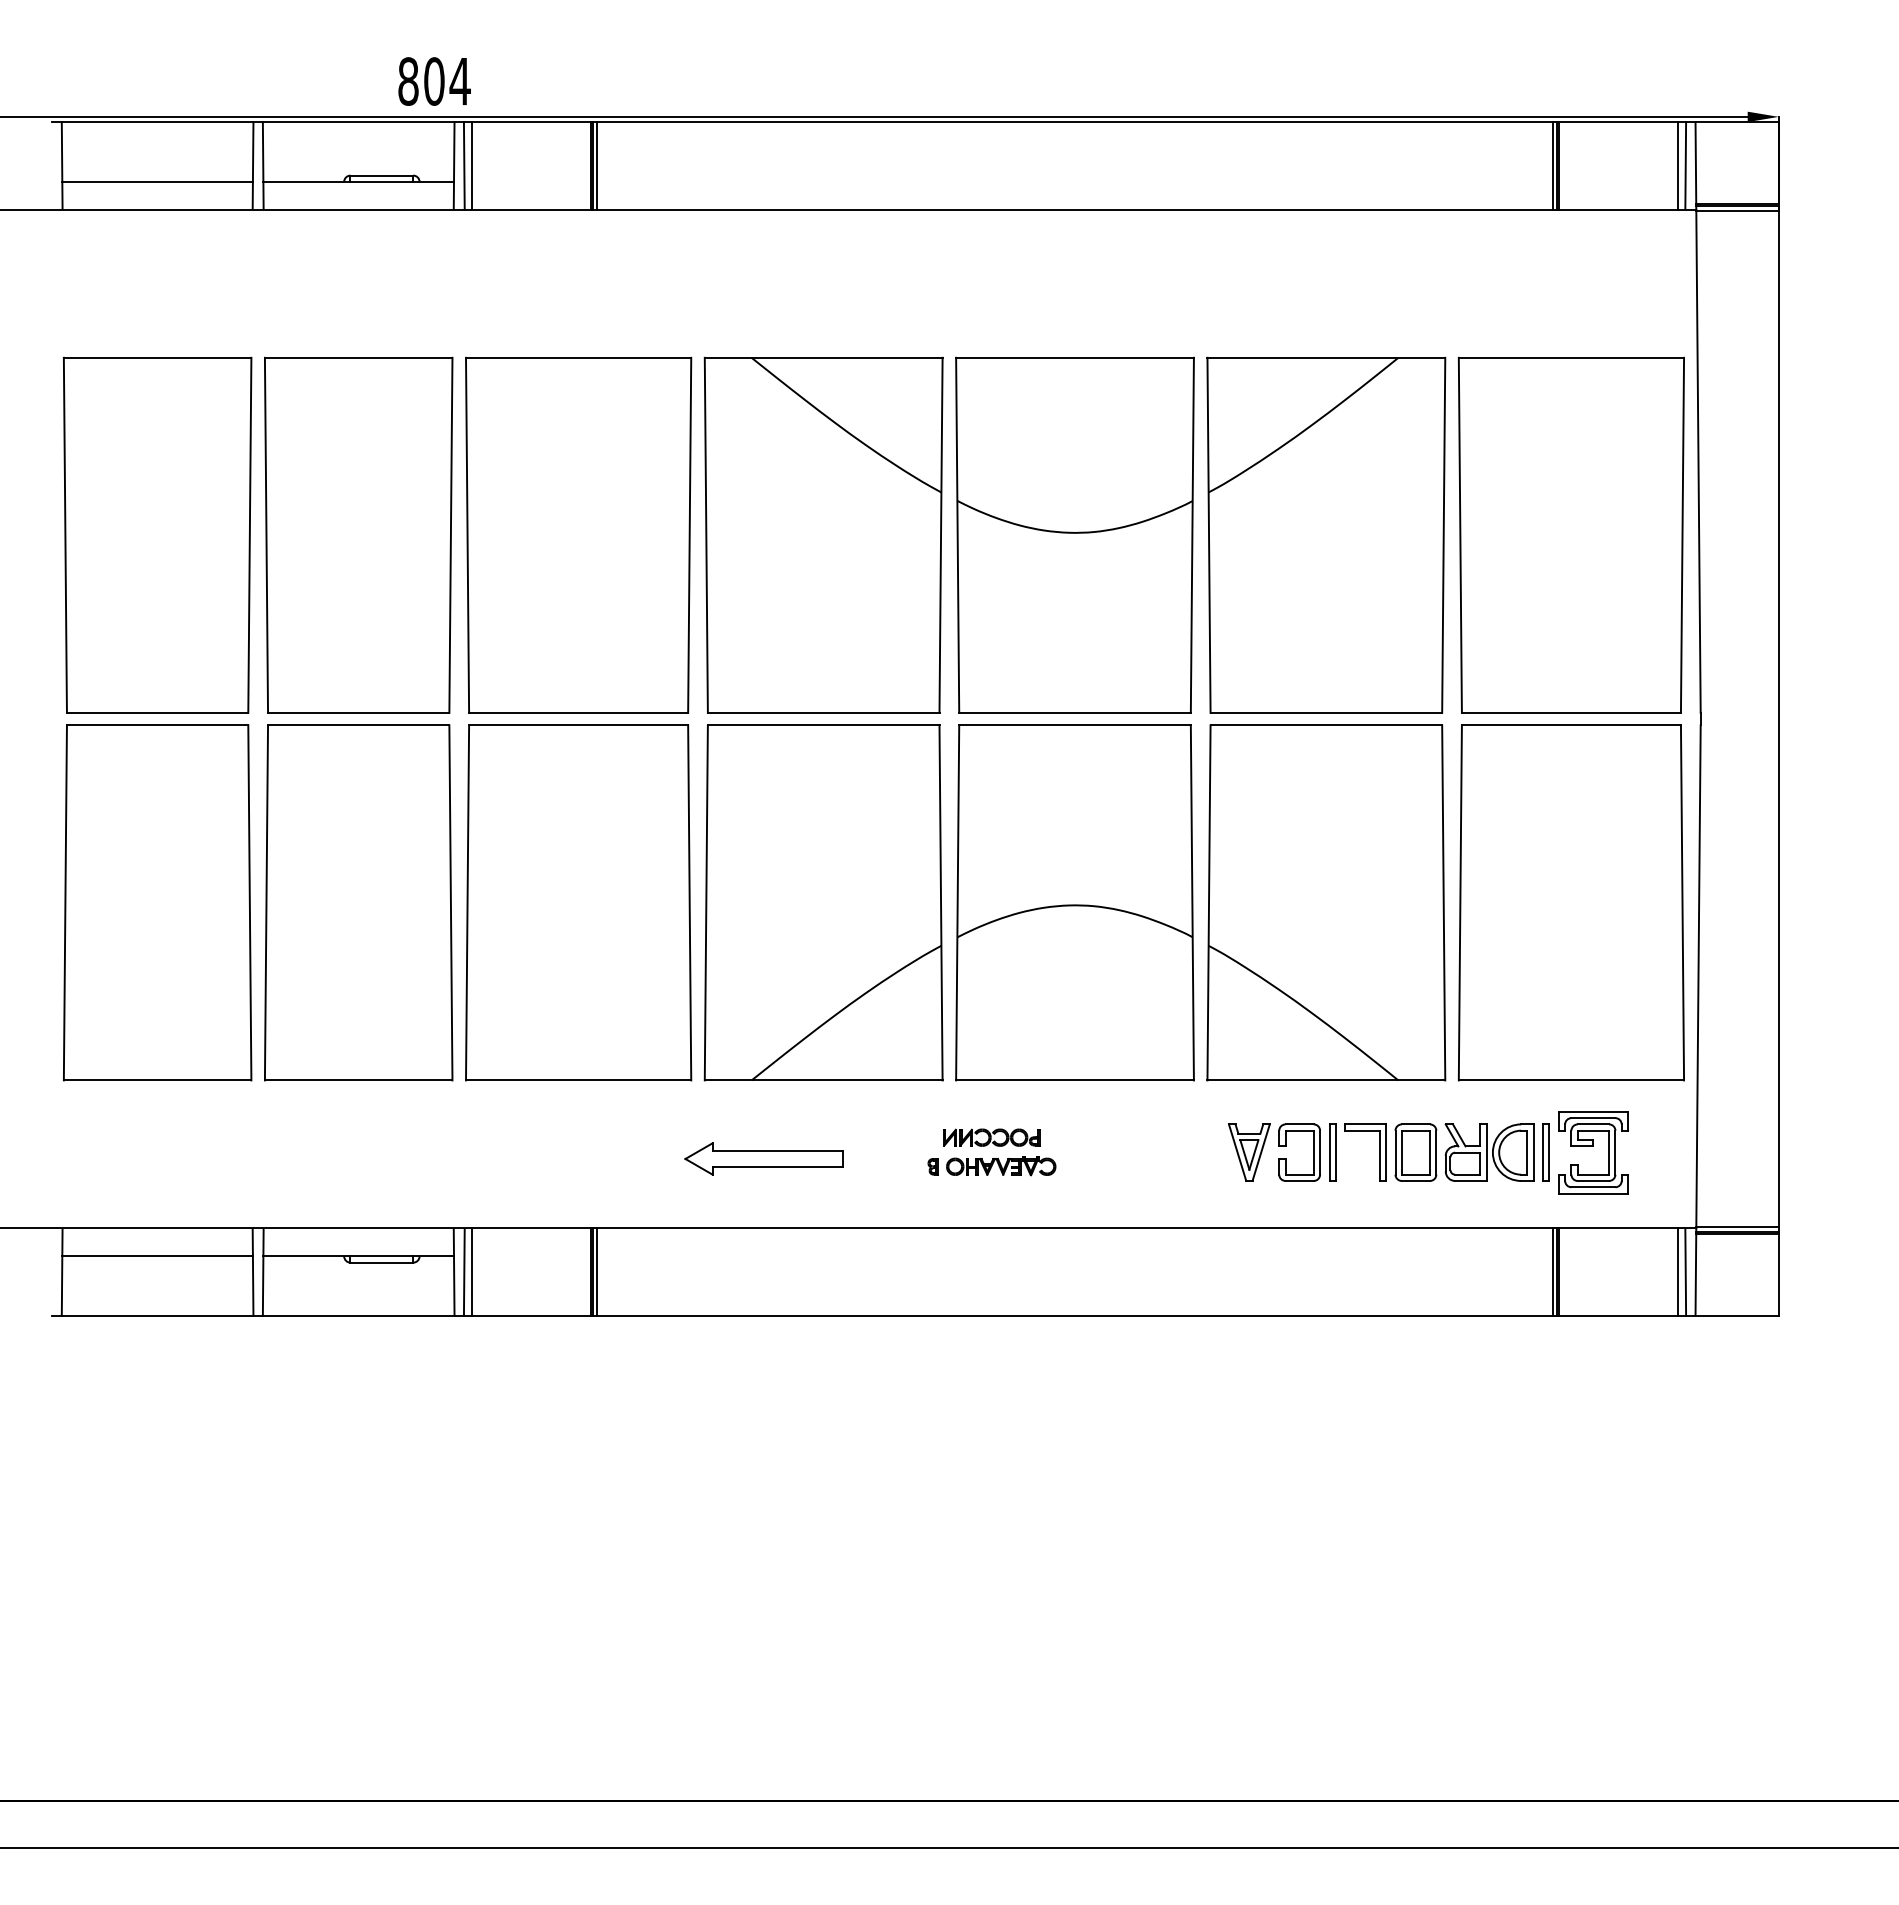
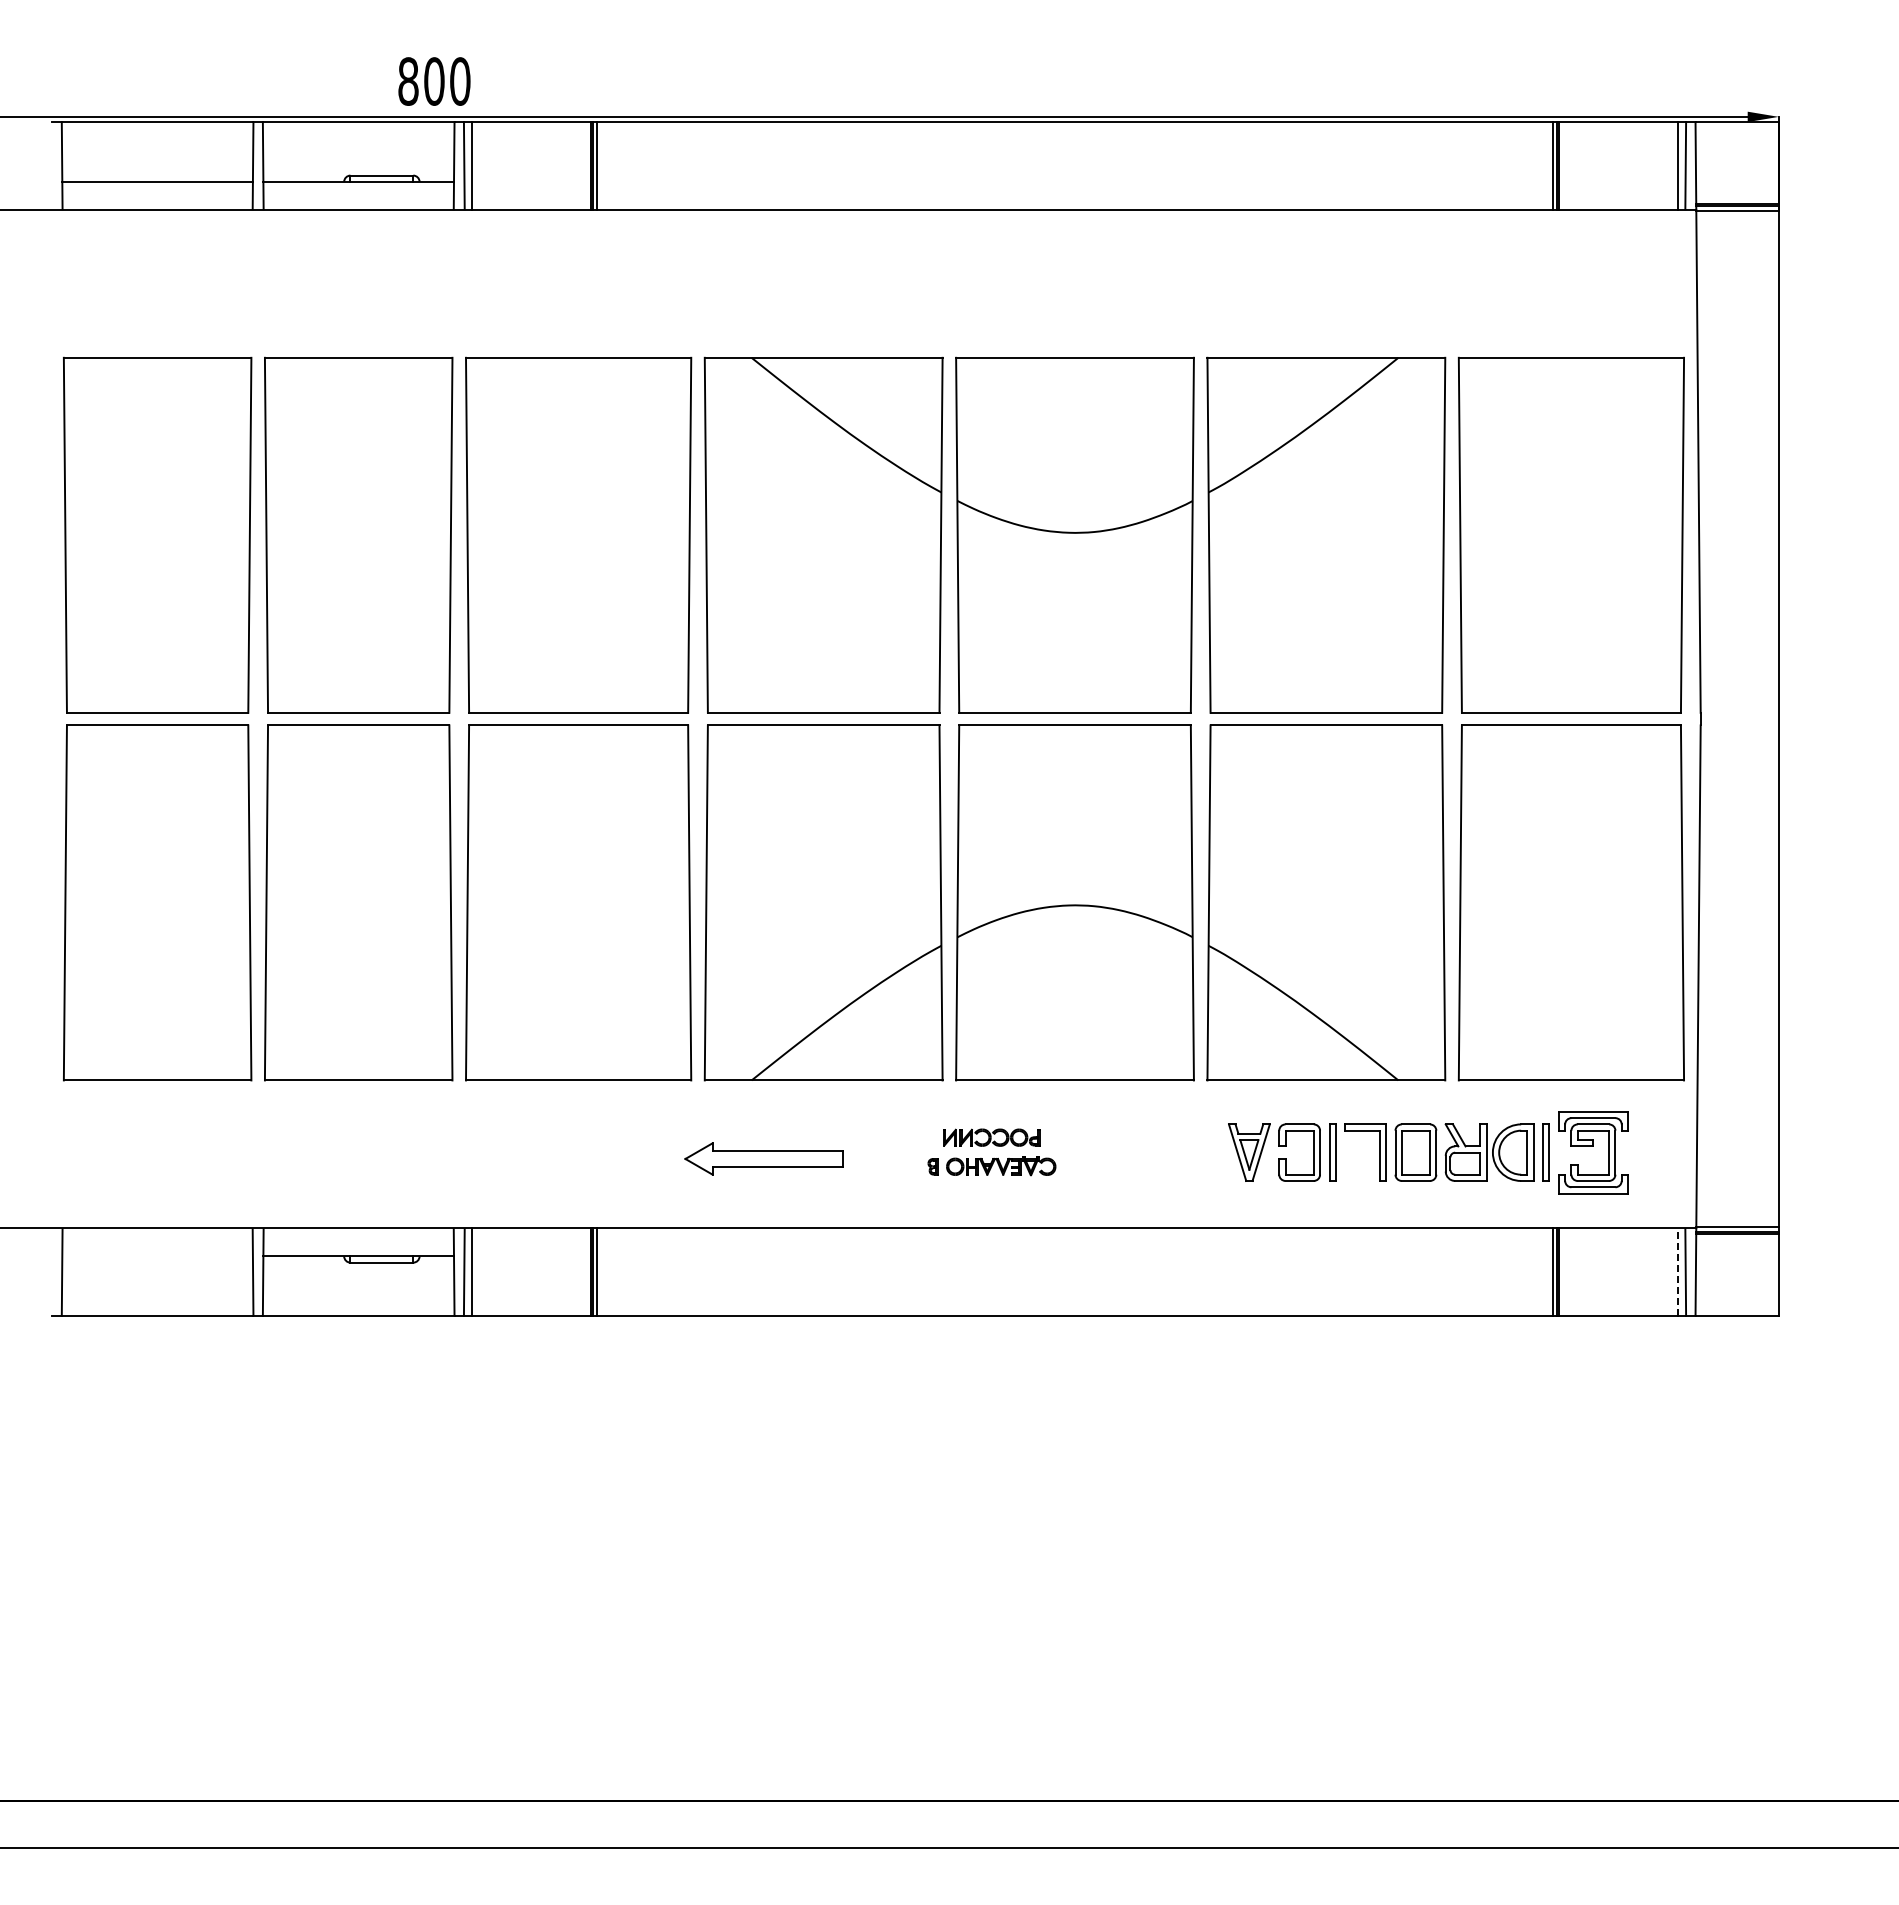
text at (459, 81): 804 -> 800
line at (157, 1256): present -> none
line at (1678, 1272): solid -> dashed
